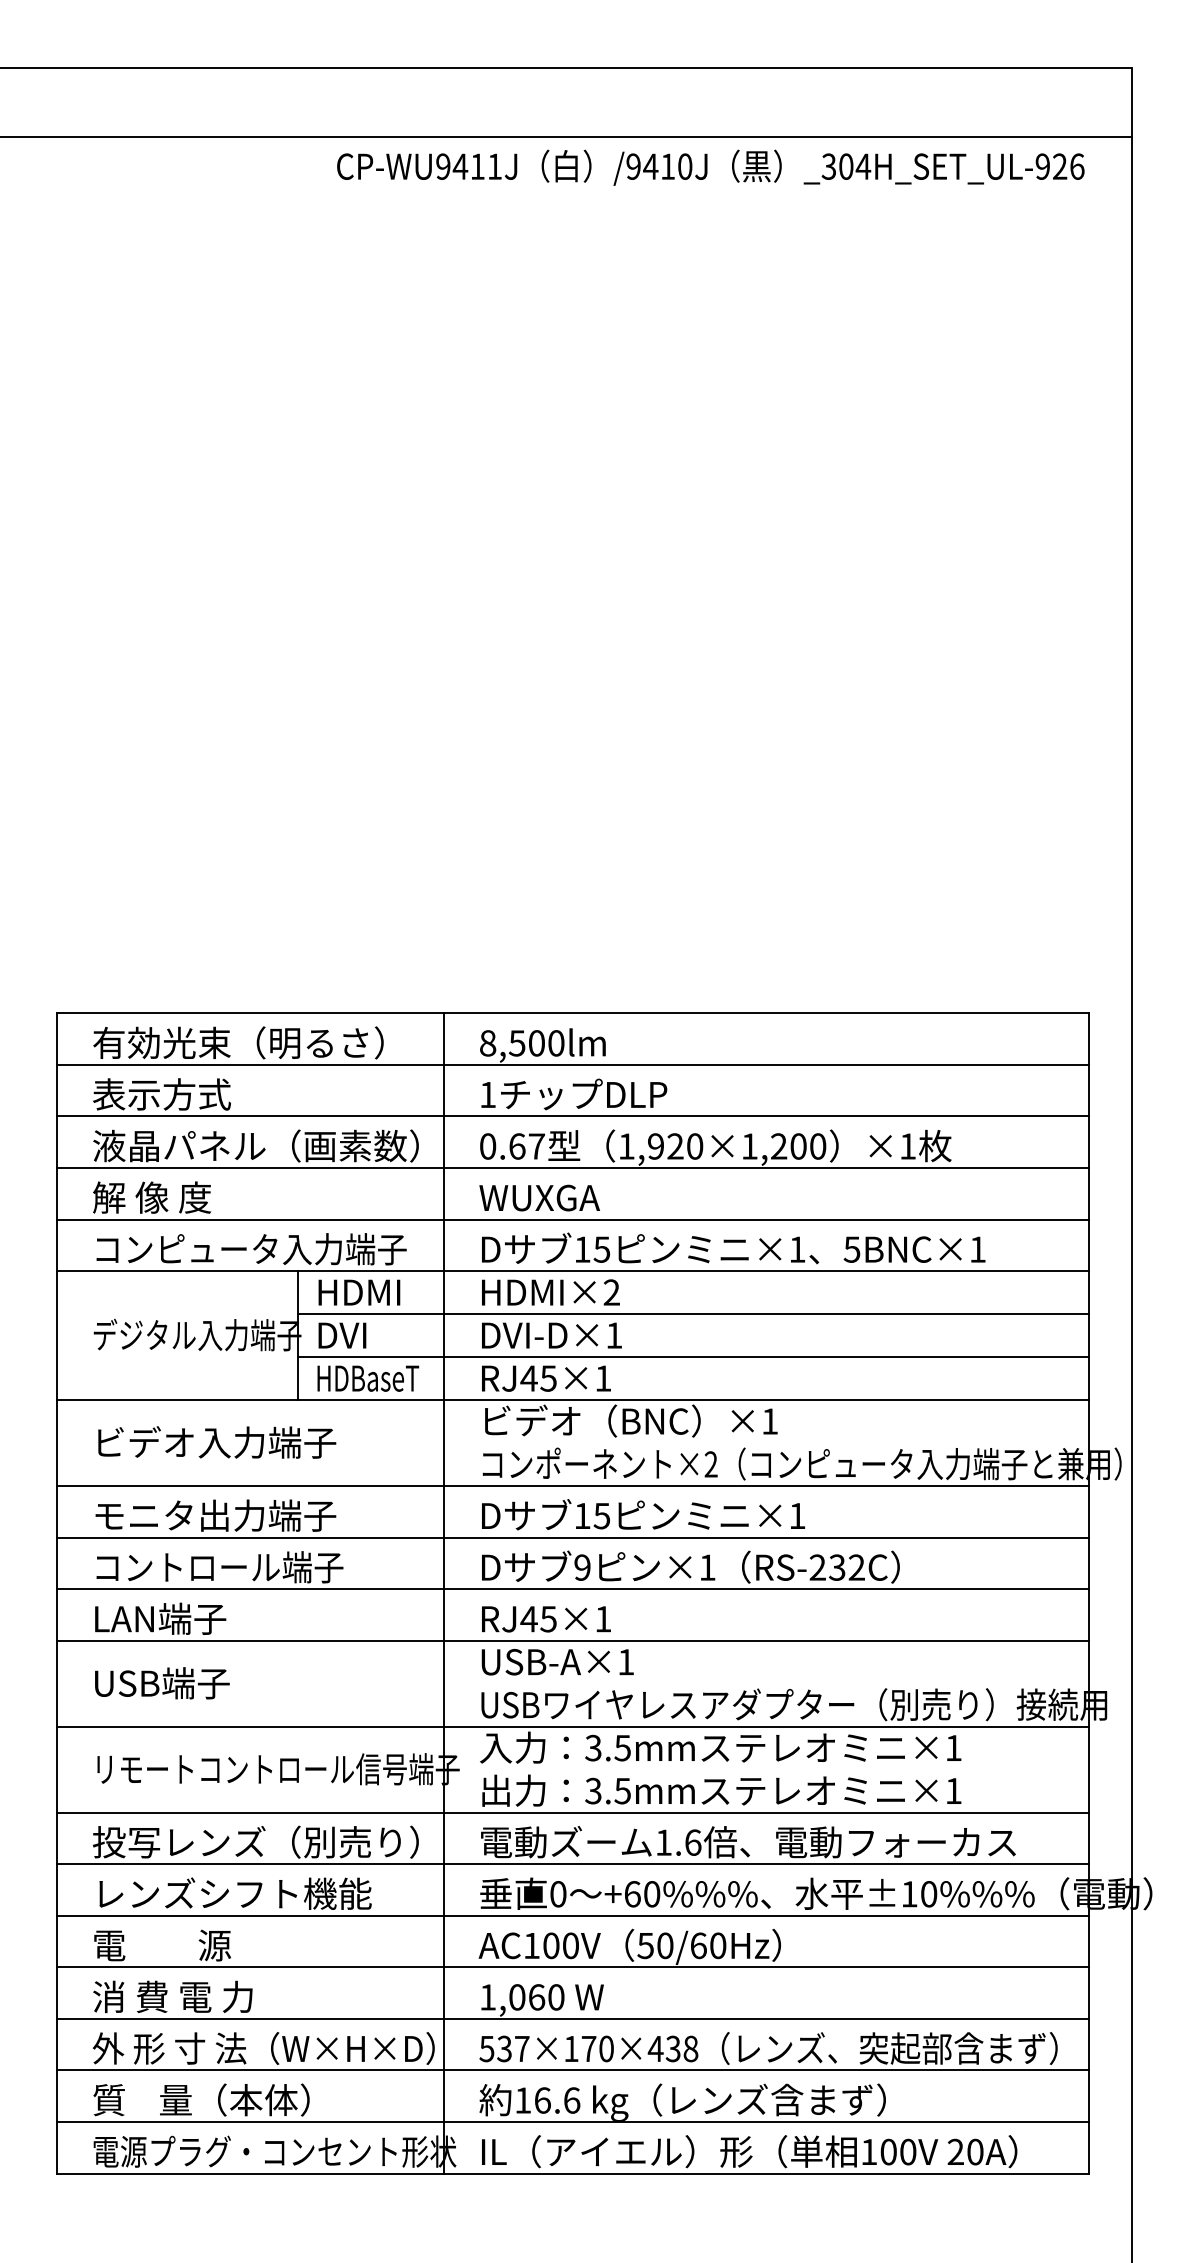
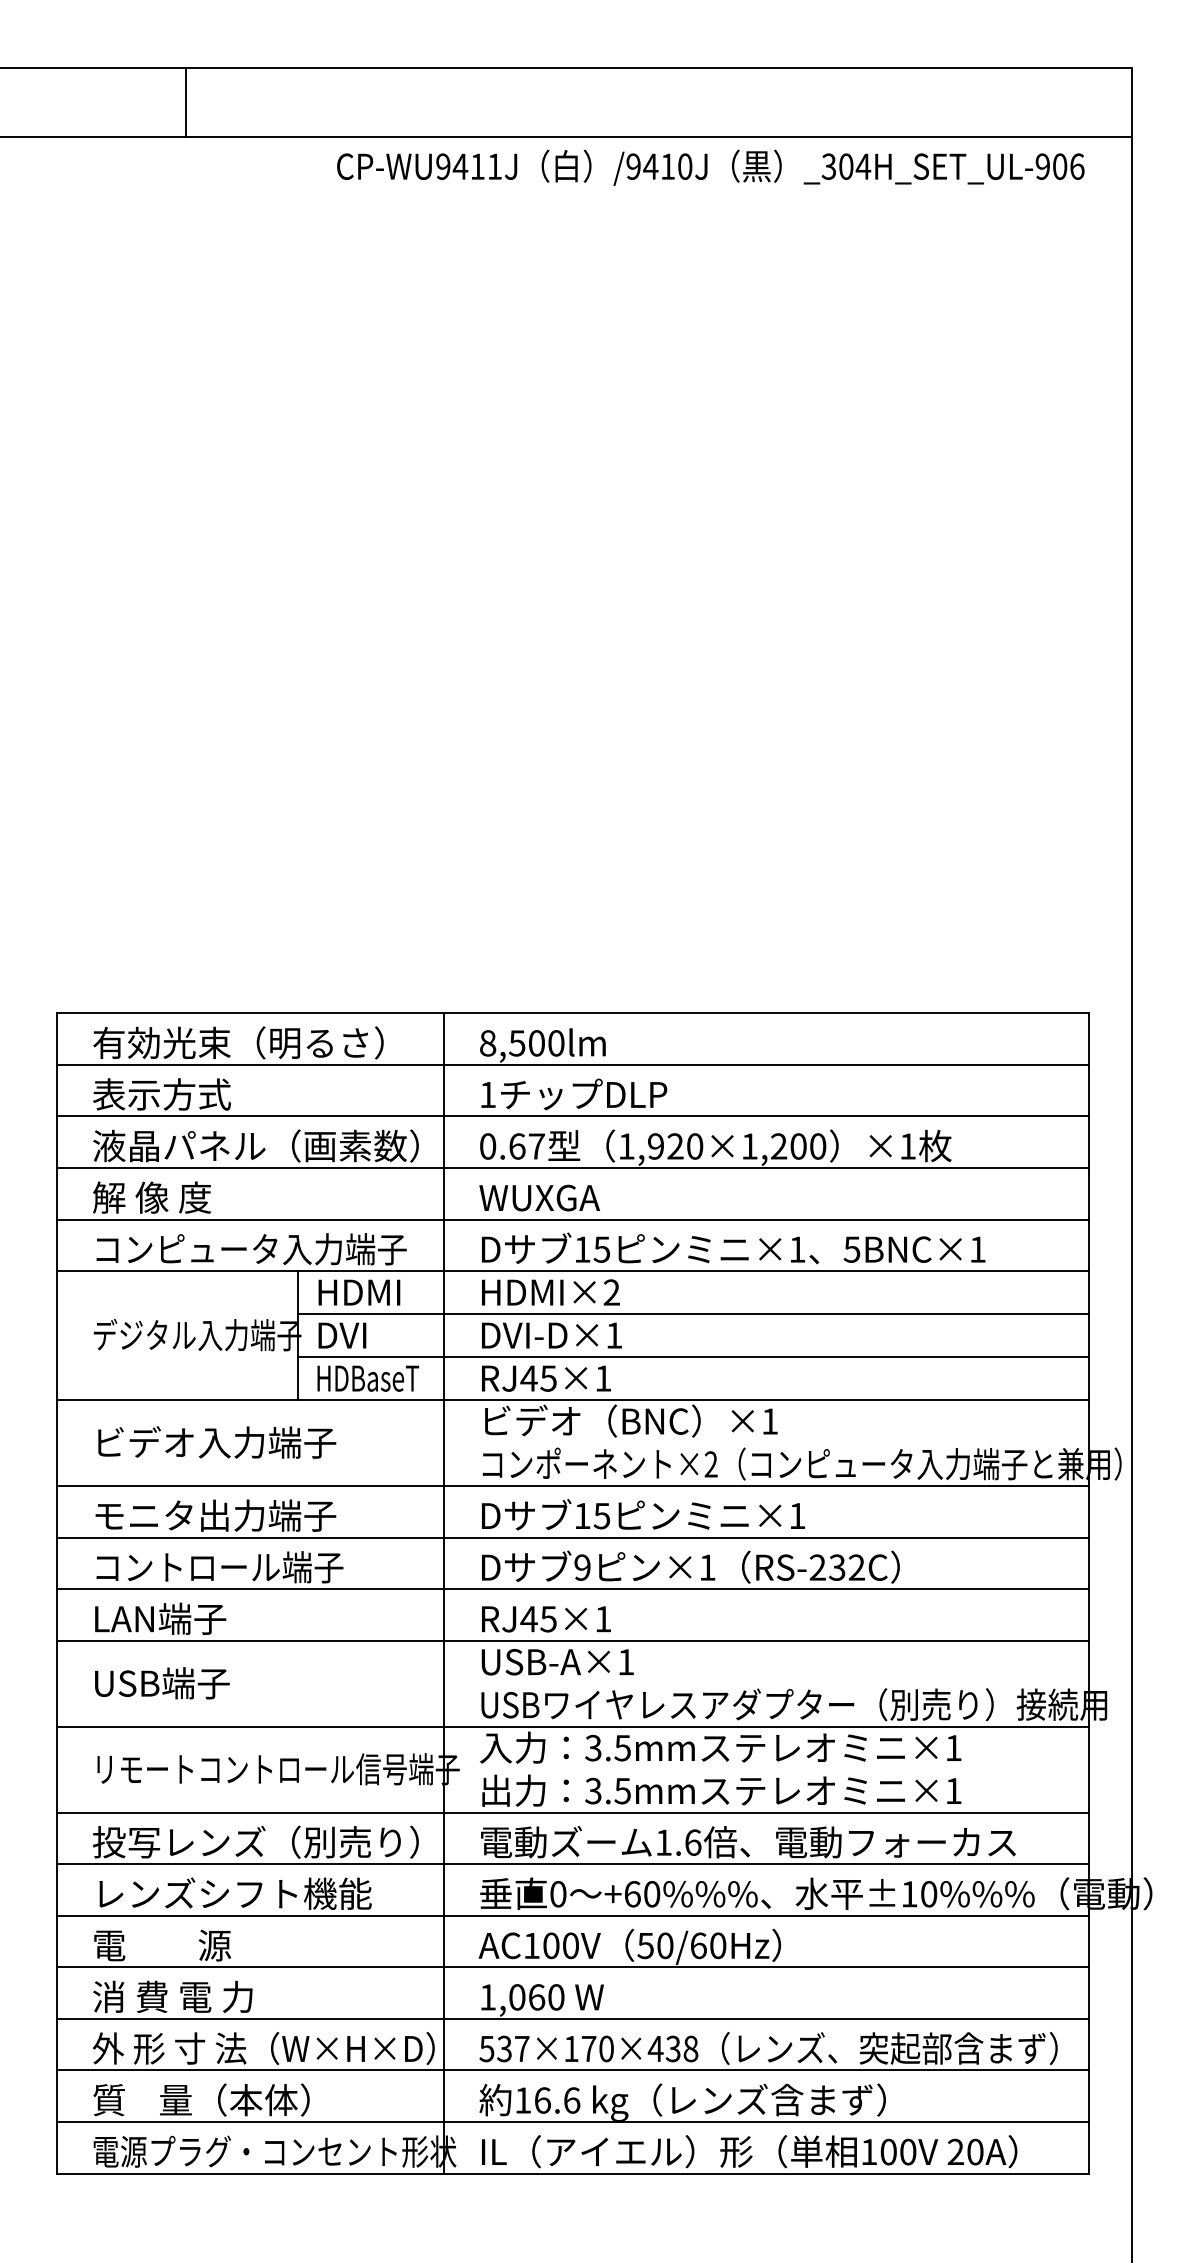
line at (186, 101): none -> present
text at (1060, 166): _304H_SET_UL-926 -> _304H_SET_UL-906
